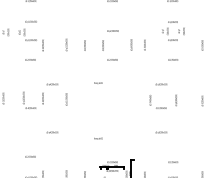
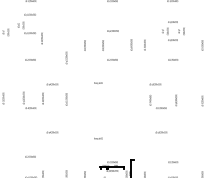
text at (30, 35) position: (30, 35) -> (29, 28)
text at (66, 44) position: (66, 44) -> (66, 57)
text at (161, 84) position: (161, 84) -> (155, 84)
